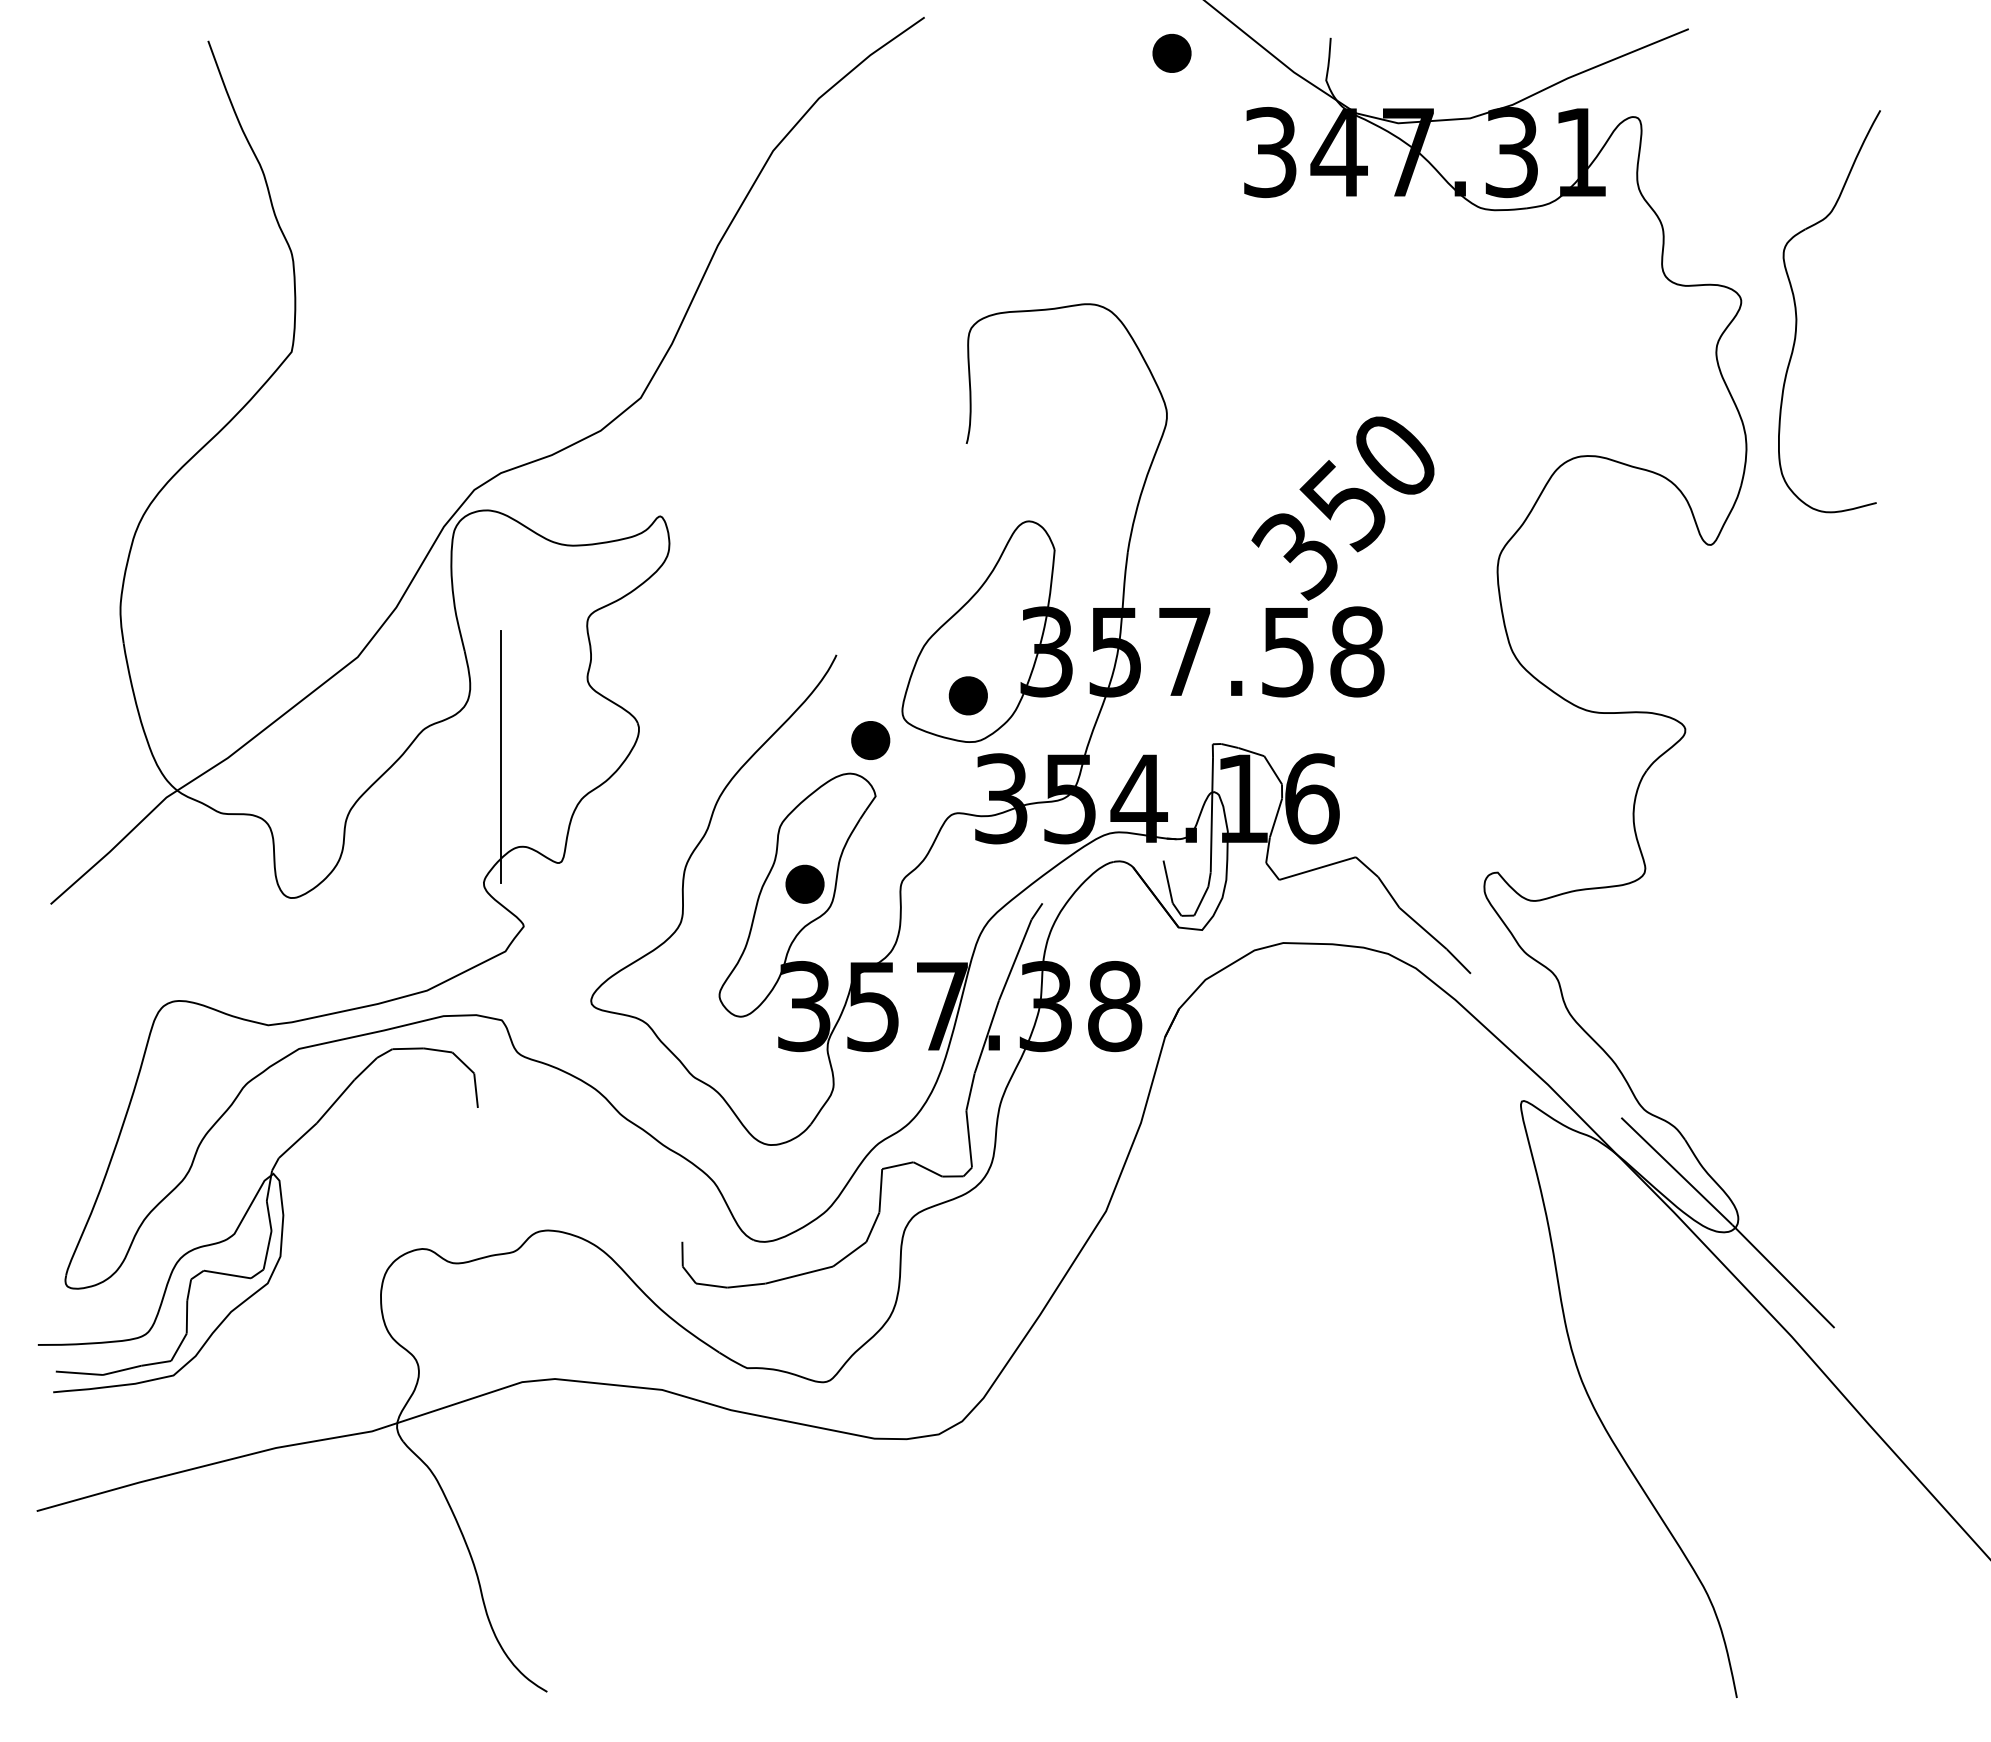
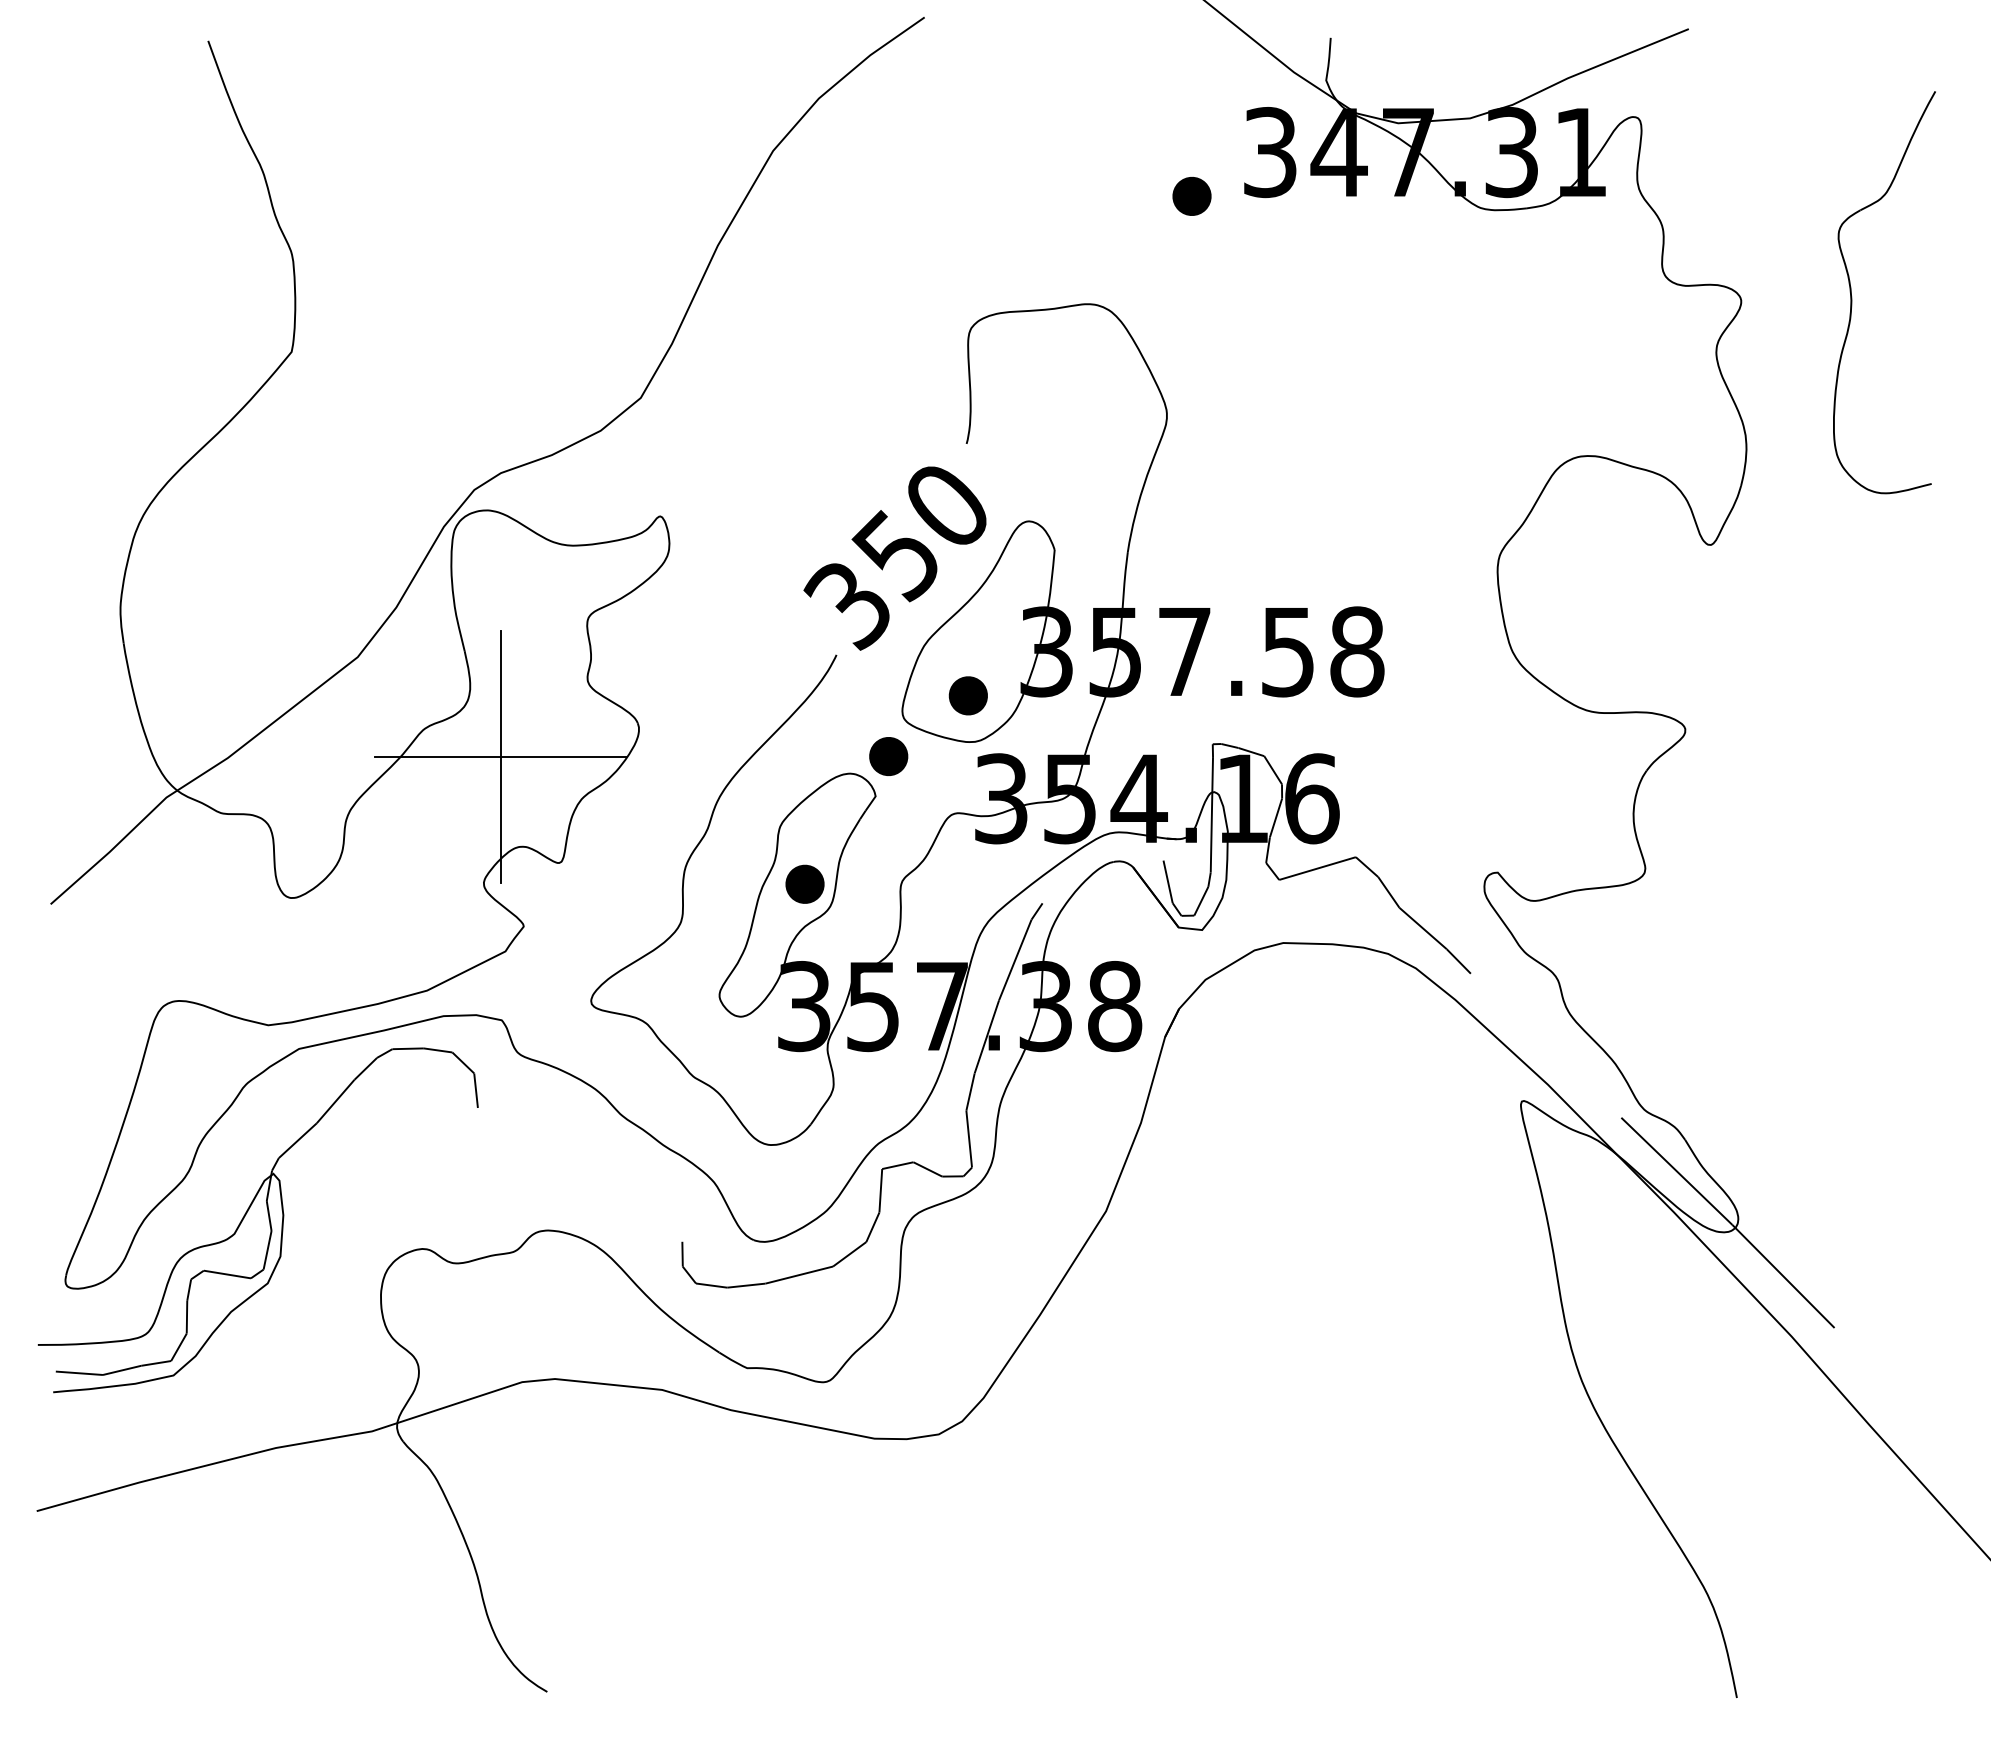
part at (1171, 53) position: (1171, 53) -> (1191, 196)
part at (1797, 315) position: (1797, 315) -> (1852, 296)
text at (1342, 508) position: (1342, 508) -> (894, 558)
part at (870, 740) position: (870, 740) -> (888, 756)
line at (500, 757): none -> present
